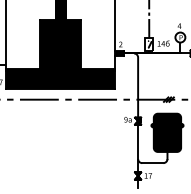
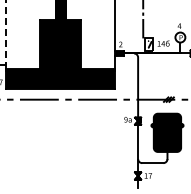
line at (149, 20) position: (149, 20) -> (143, 20)
line at (6, 34): solid -> dashed
